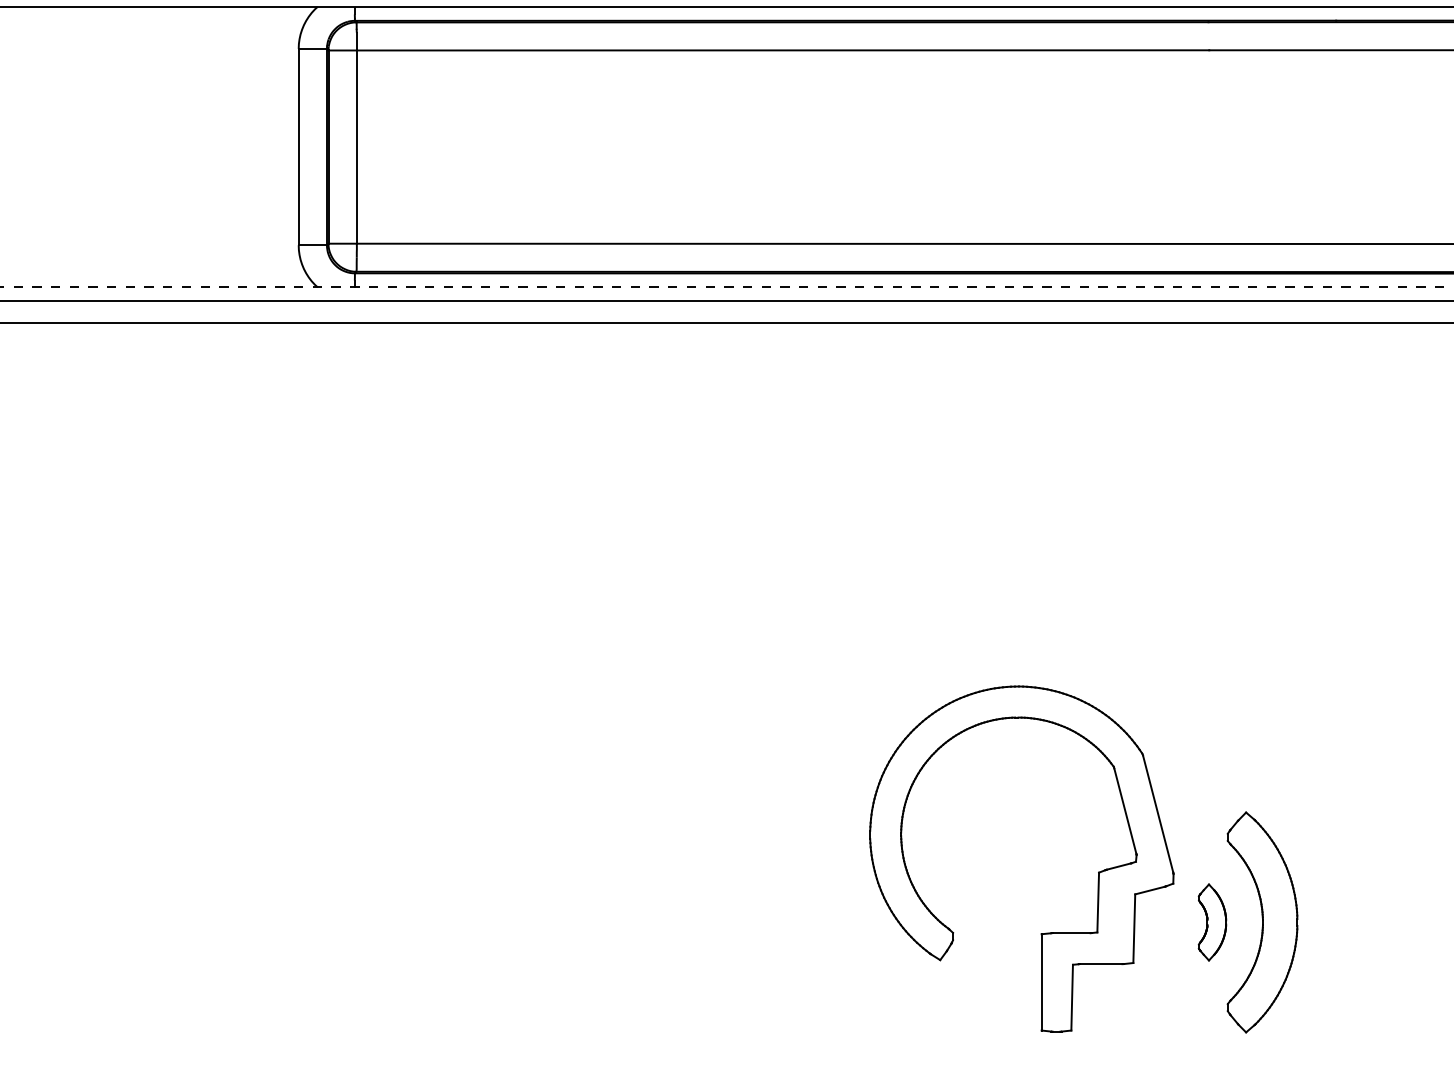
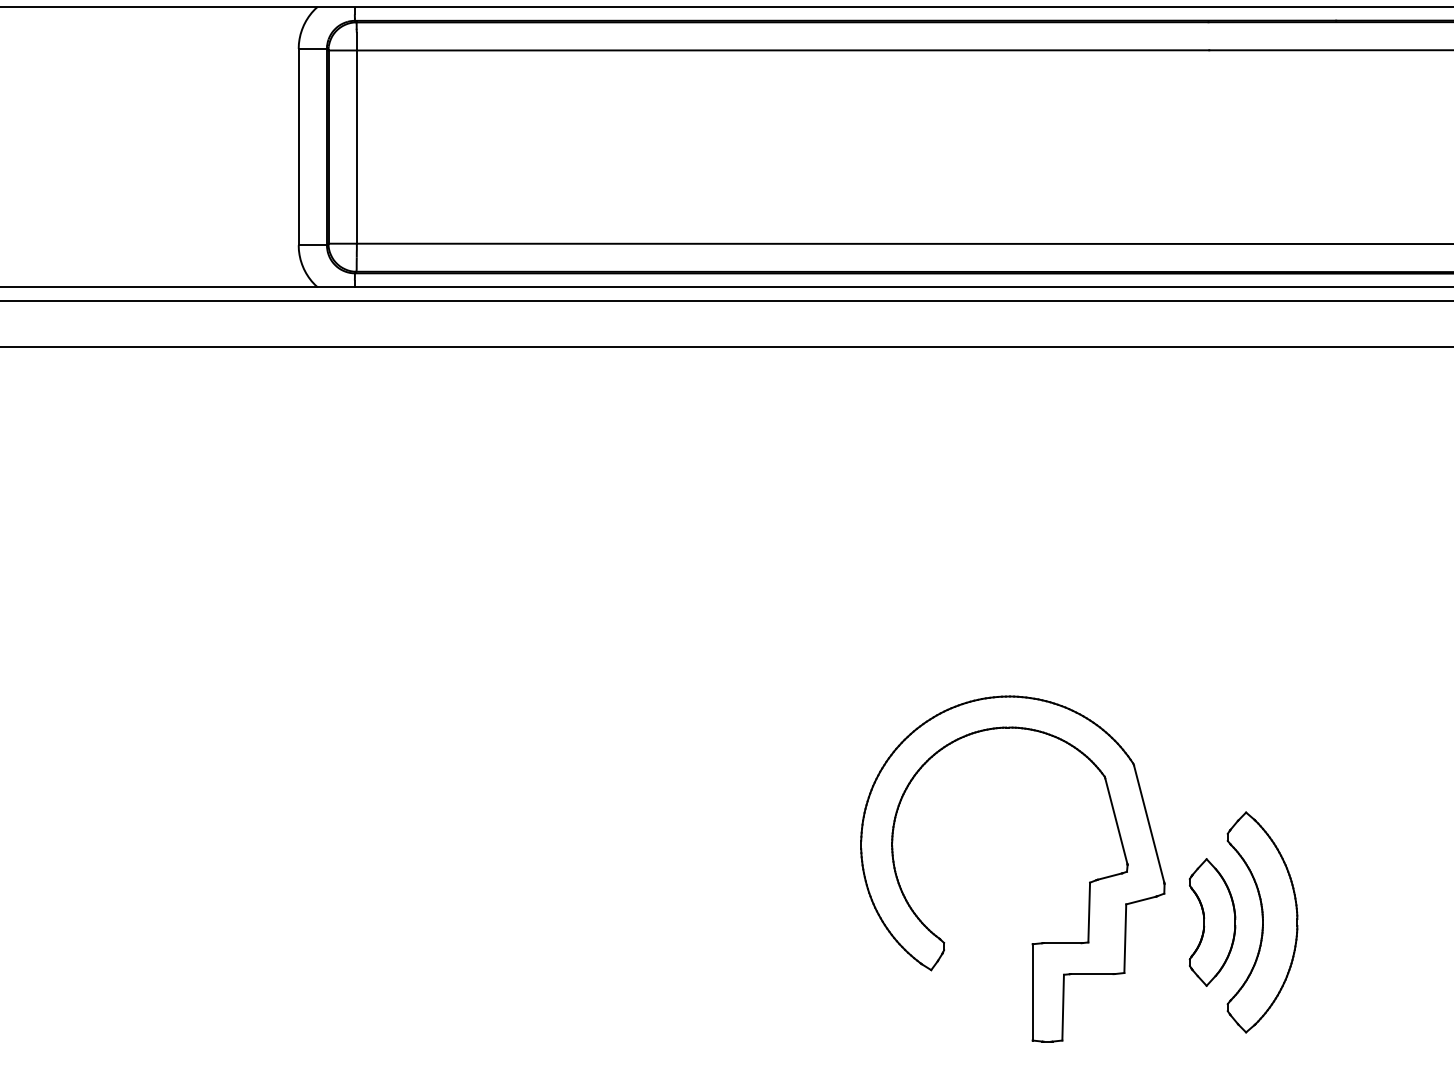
line at (727, 287): dashed -> solid
line at (726, 323) position: (726, 323) -> (726, 347)
part at (1212, 922) size: 31x79 px -> 49x129 px
part at (1040, 933) position: (1040, 933) -> (1031, 943)
